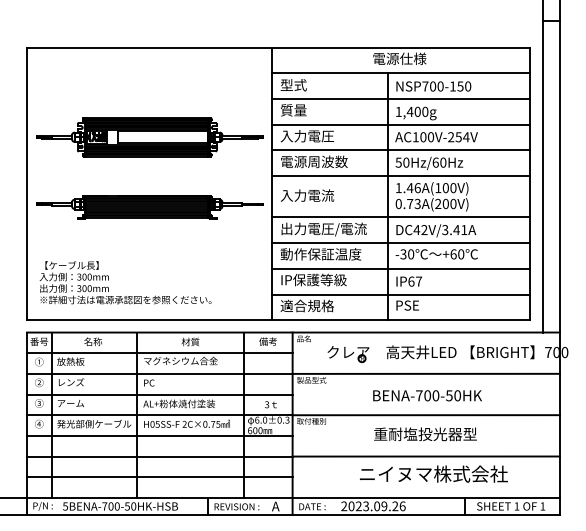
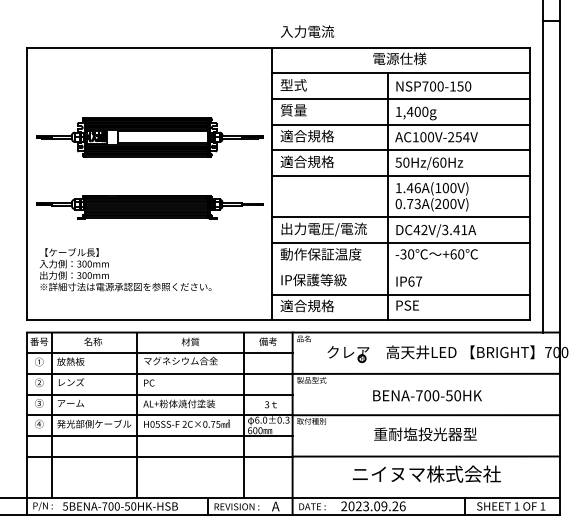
text at (307, 136): 入力電圧 -> 適合規格
text at (313, 161): 電源周波数 -> 適合規格
text at (307, 195) position: (307, 195) -> (307, 31)
line at (401, 268): present -> none
text at (125, 282) position: (125, 282) -> (125, 269)
text at (433, 473) position: (433, 473) -> (426, 473)
line at (159, 477): present -> none
